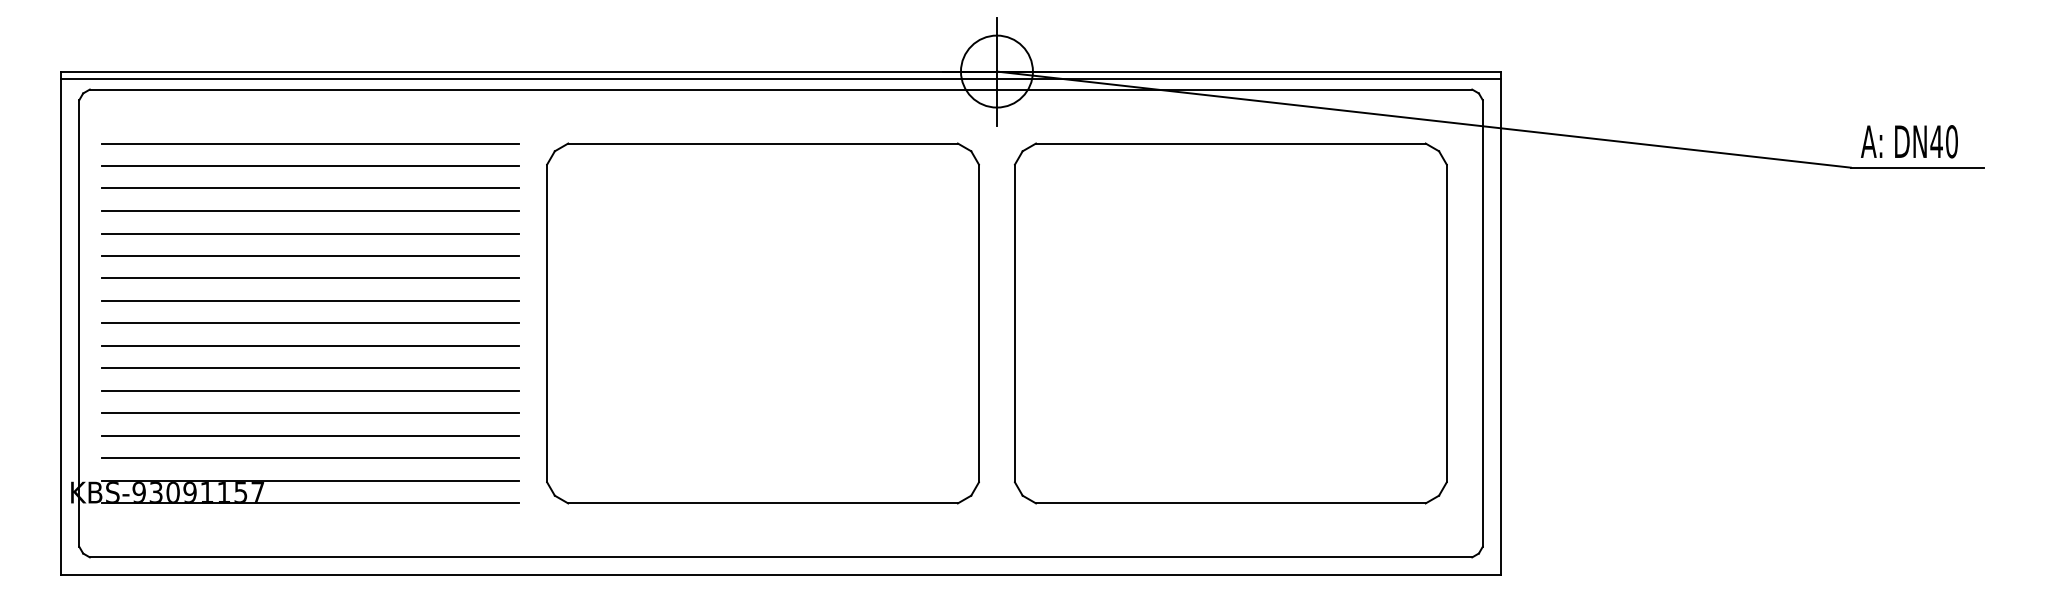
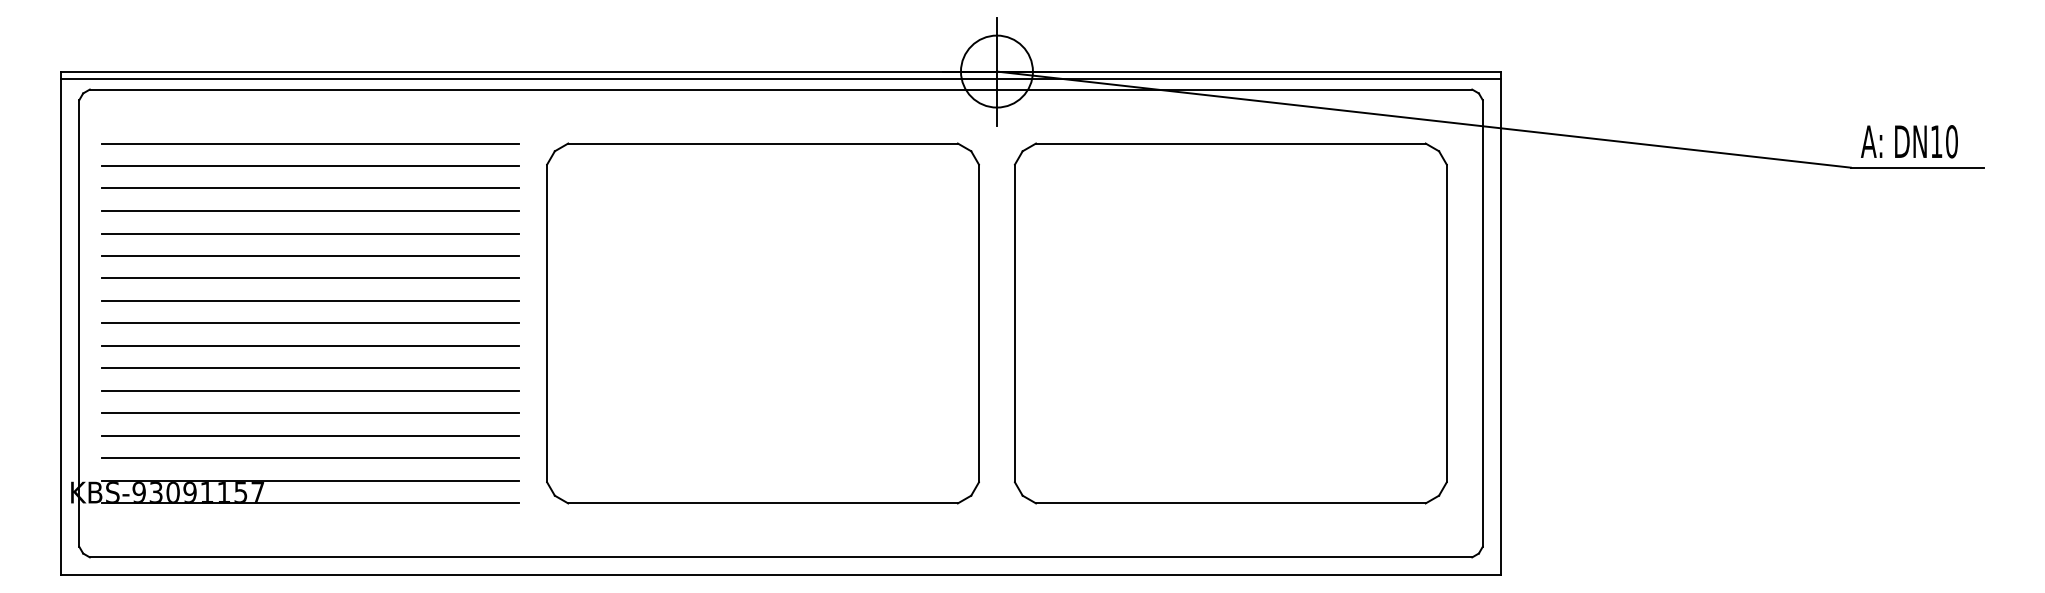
text at (1936, 141): DN40 -> DN10
